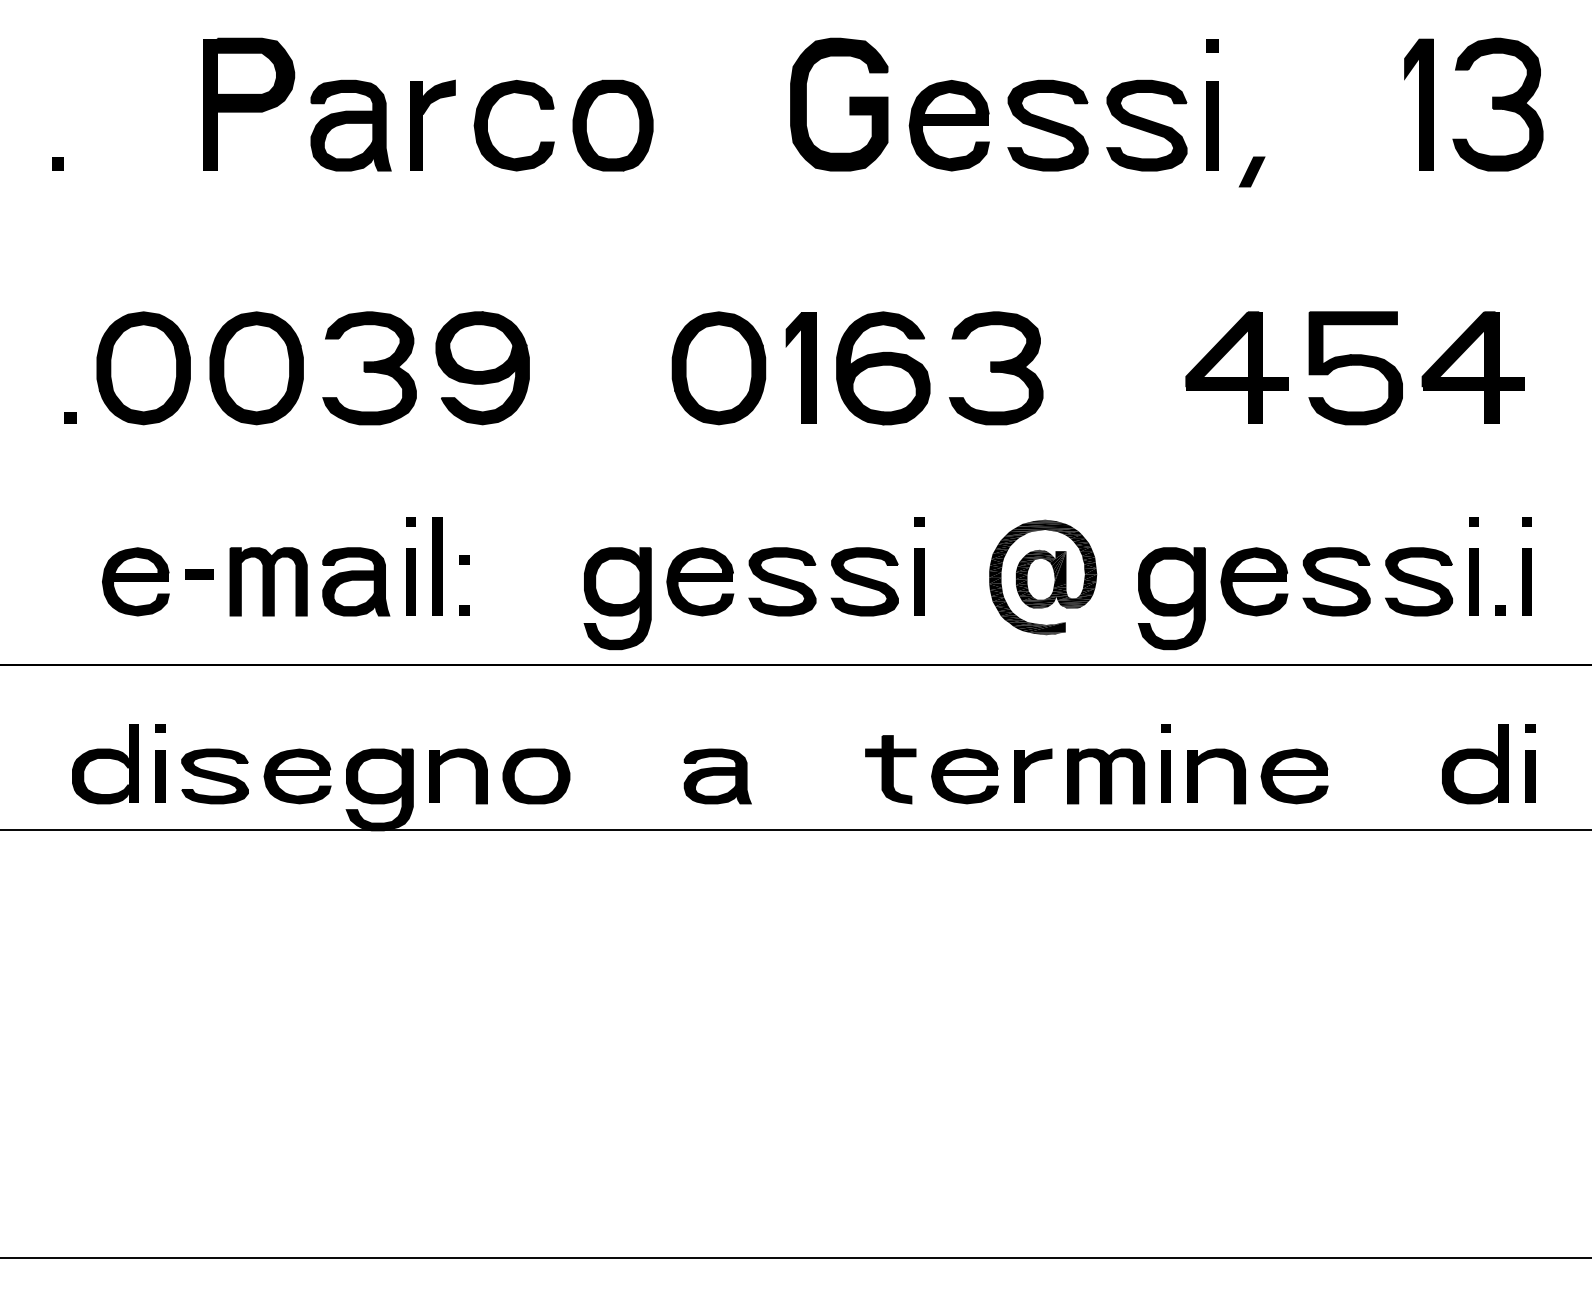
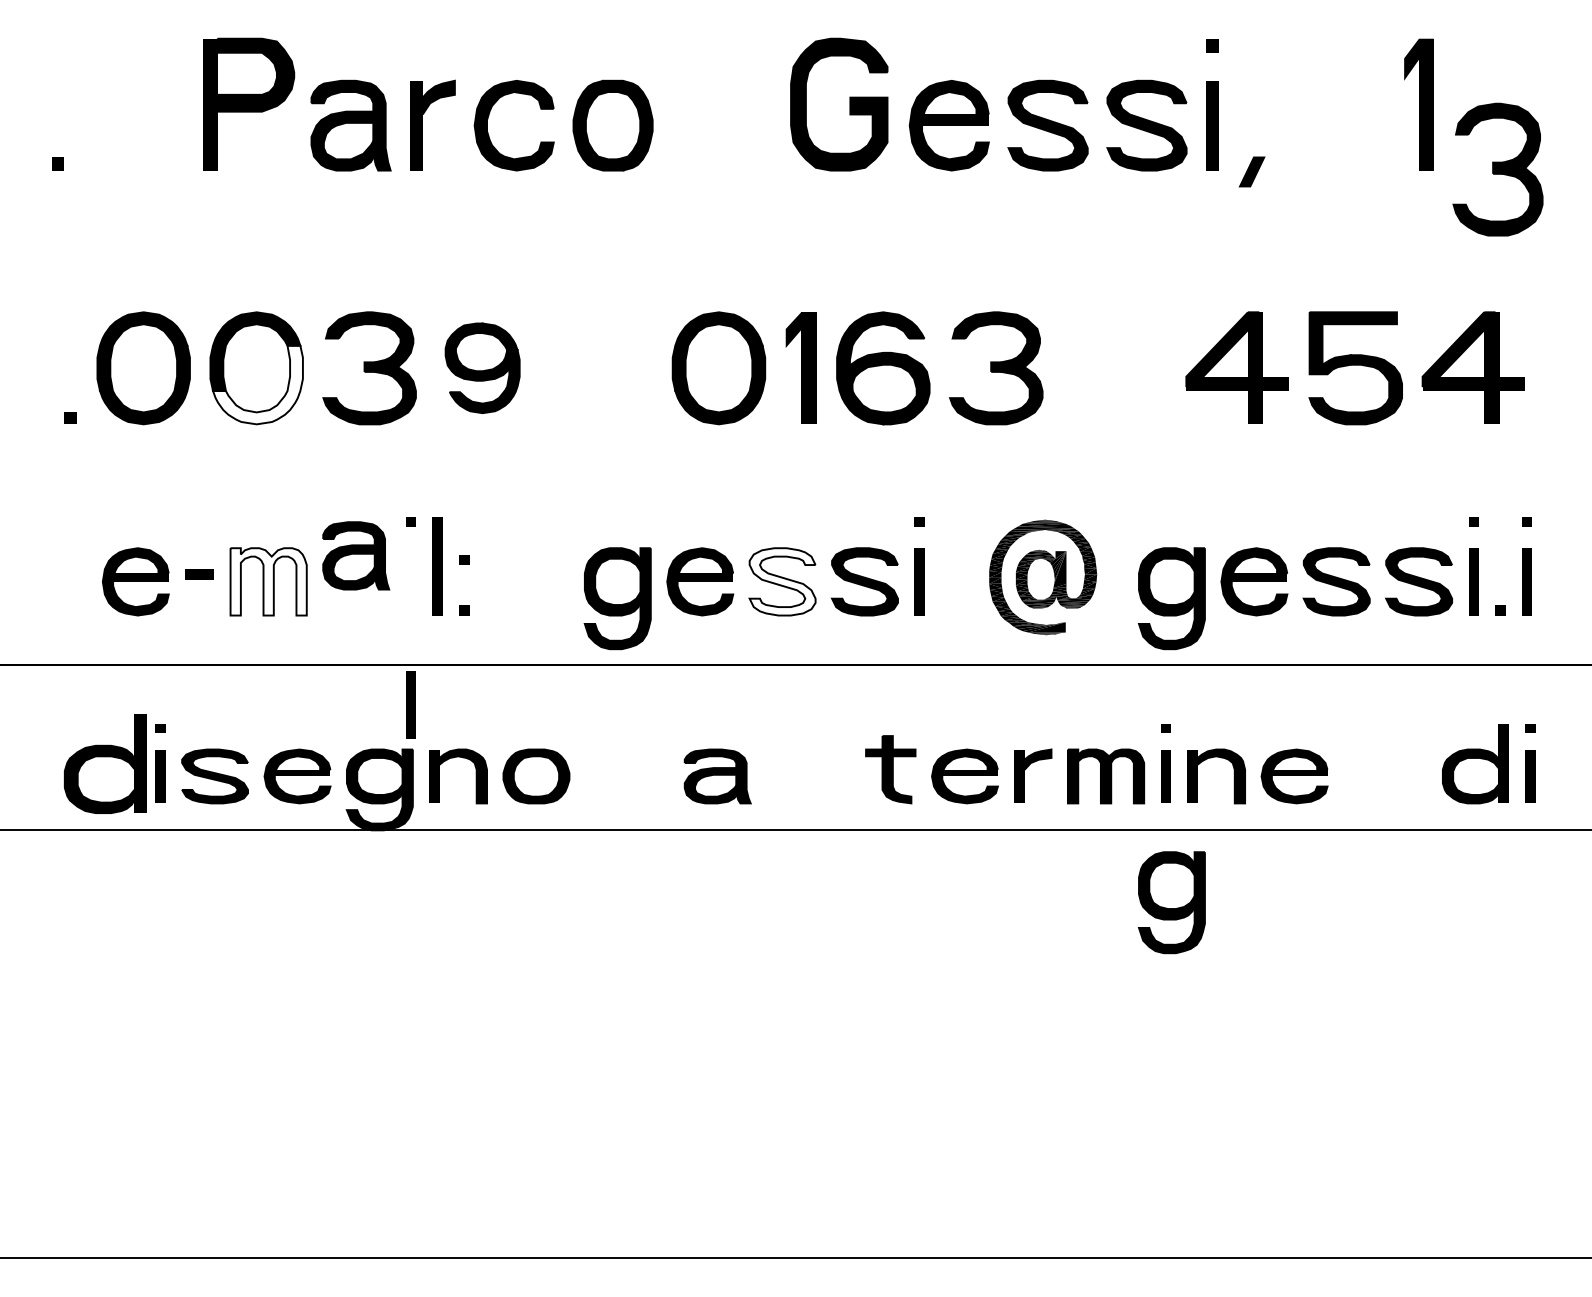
part at (1497, 104) position: (1497, 104) -> (1497, 169)
part at (482, 368) size: 95x115 px -> 77x92 px
fill at (257, 384): present -> none
fill at (268, 581): present -> none
part at (356, 581) position: (356, 581) -> (356, 555)
part at (410, 581) position: (410, 581) -> (410, 704)
fill at (782, 581): present -> none
part at (105, 764) size: 67x81 px -> 84x100 px
part at (1171, 902): none -> present
